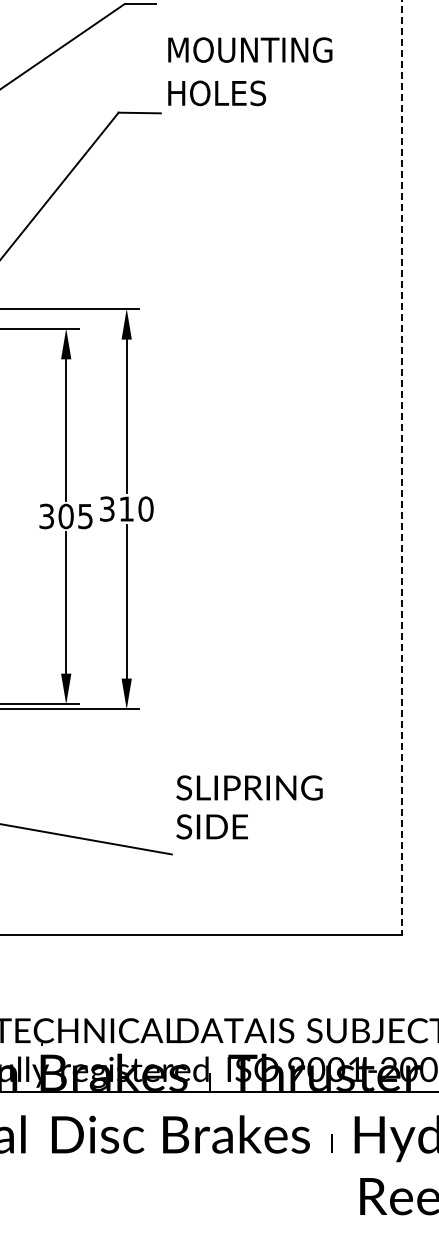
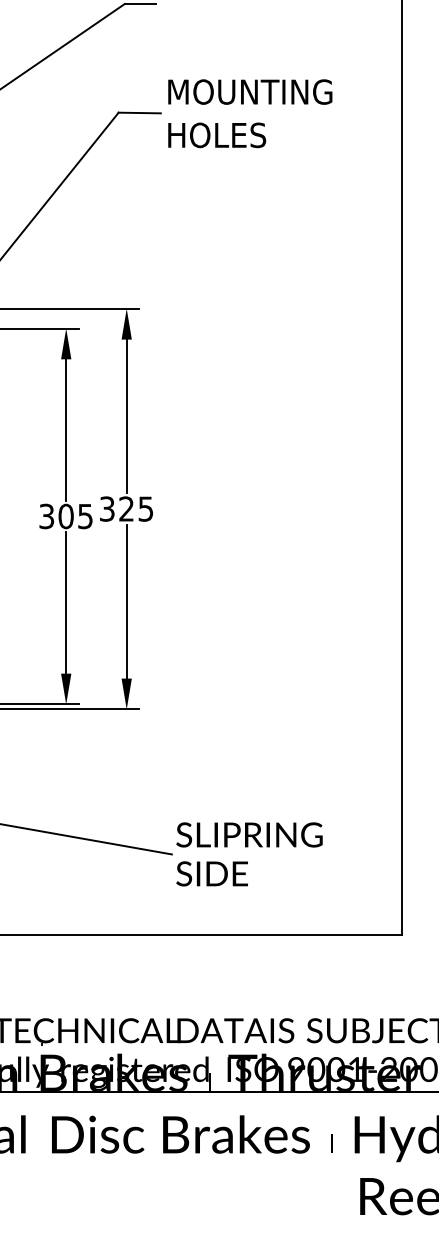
text at (250, 71) position: (250, 71) -> (250, 113)
line at (401, 467): dashed -> solid
text at (136, 508): 310 -> 325
text at (249, 807) position: (249, 807) -> (249, 854)
